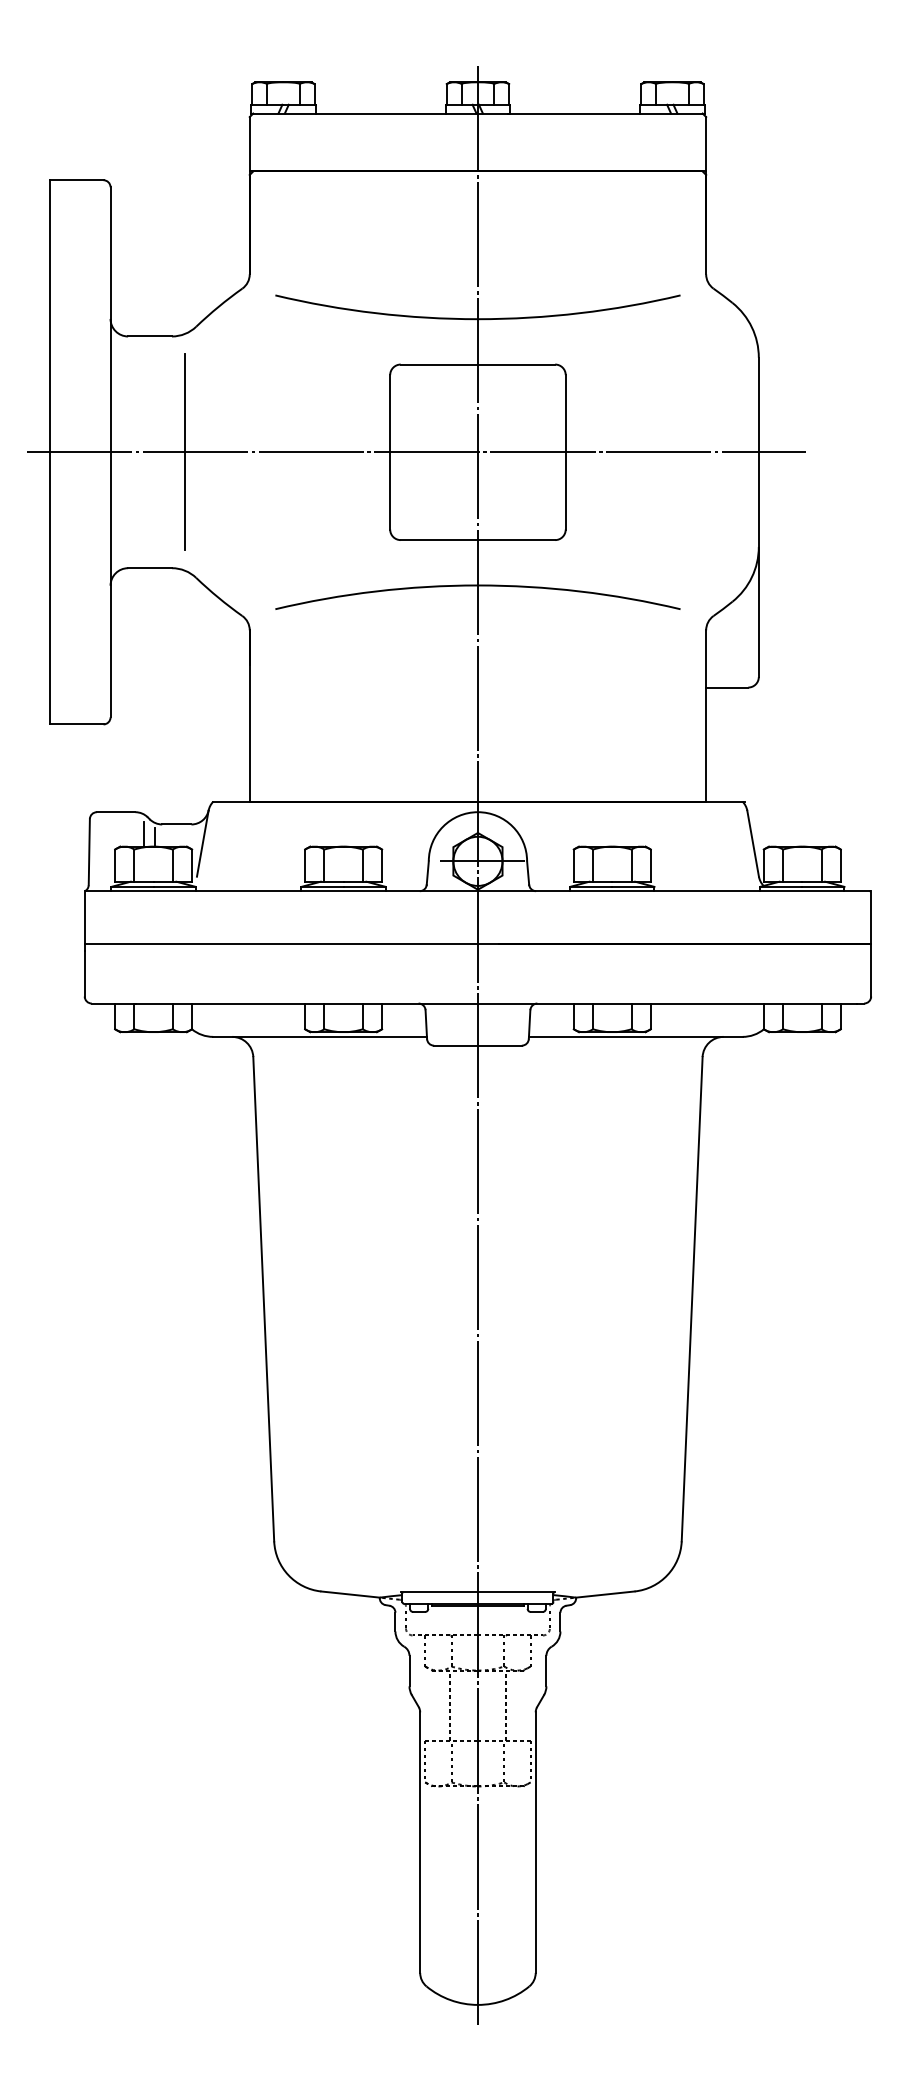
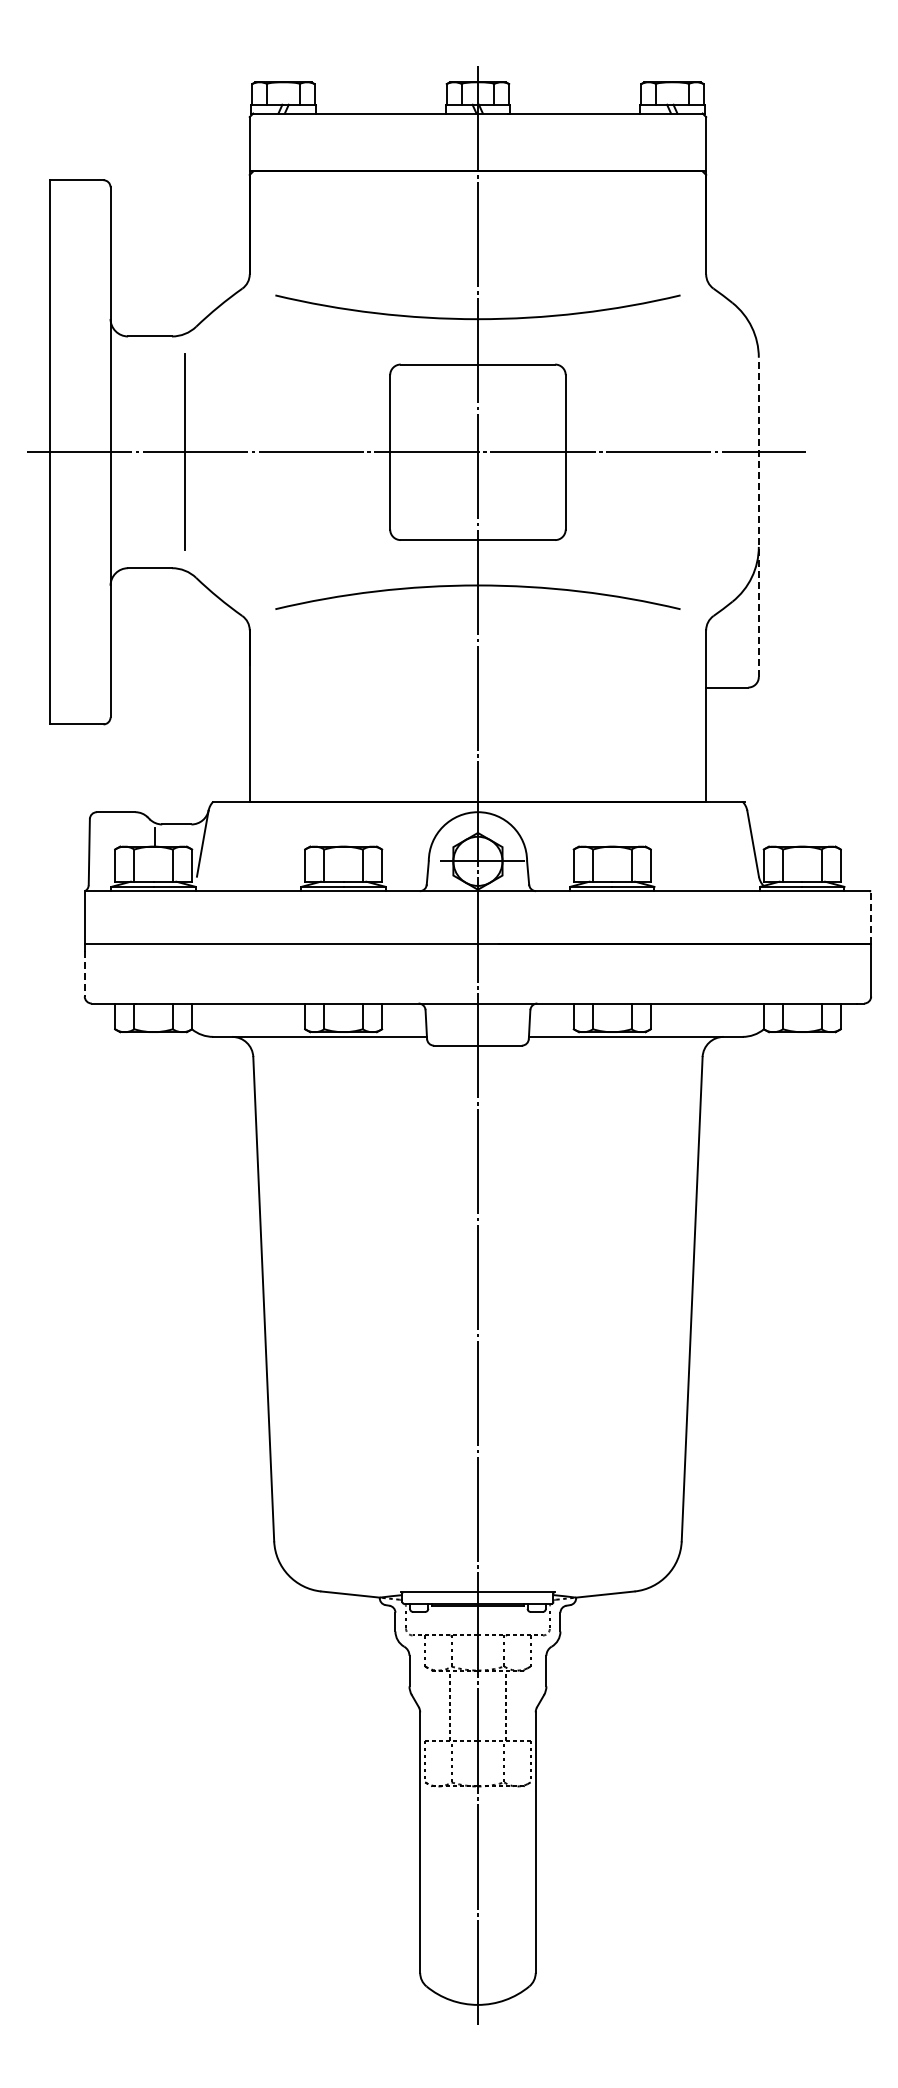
line at (758, 517): solid -> dashed
line at (144, 834): present -> none
line at (871, 917): solid -> dashed
line at (84, 973): solid -> dashed
